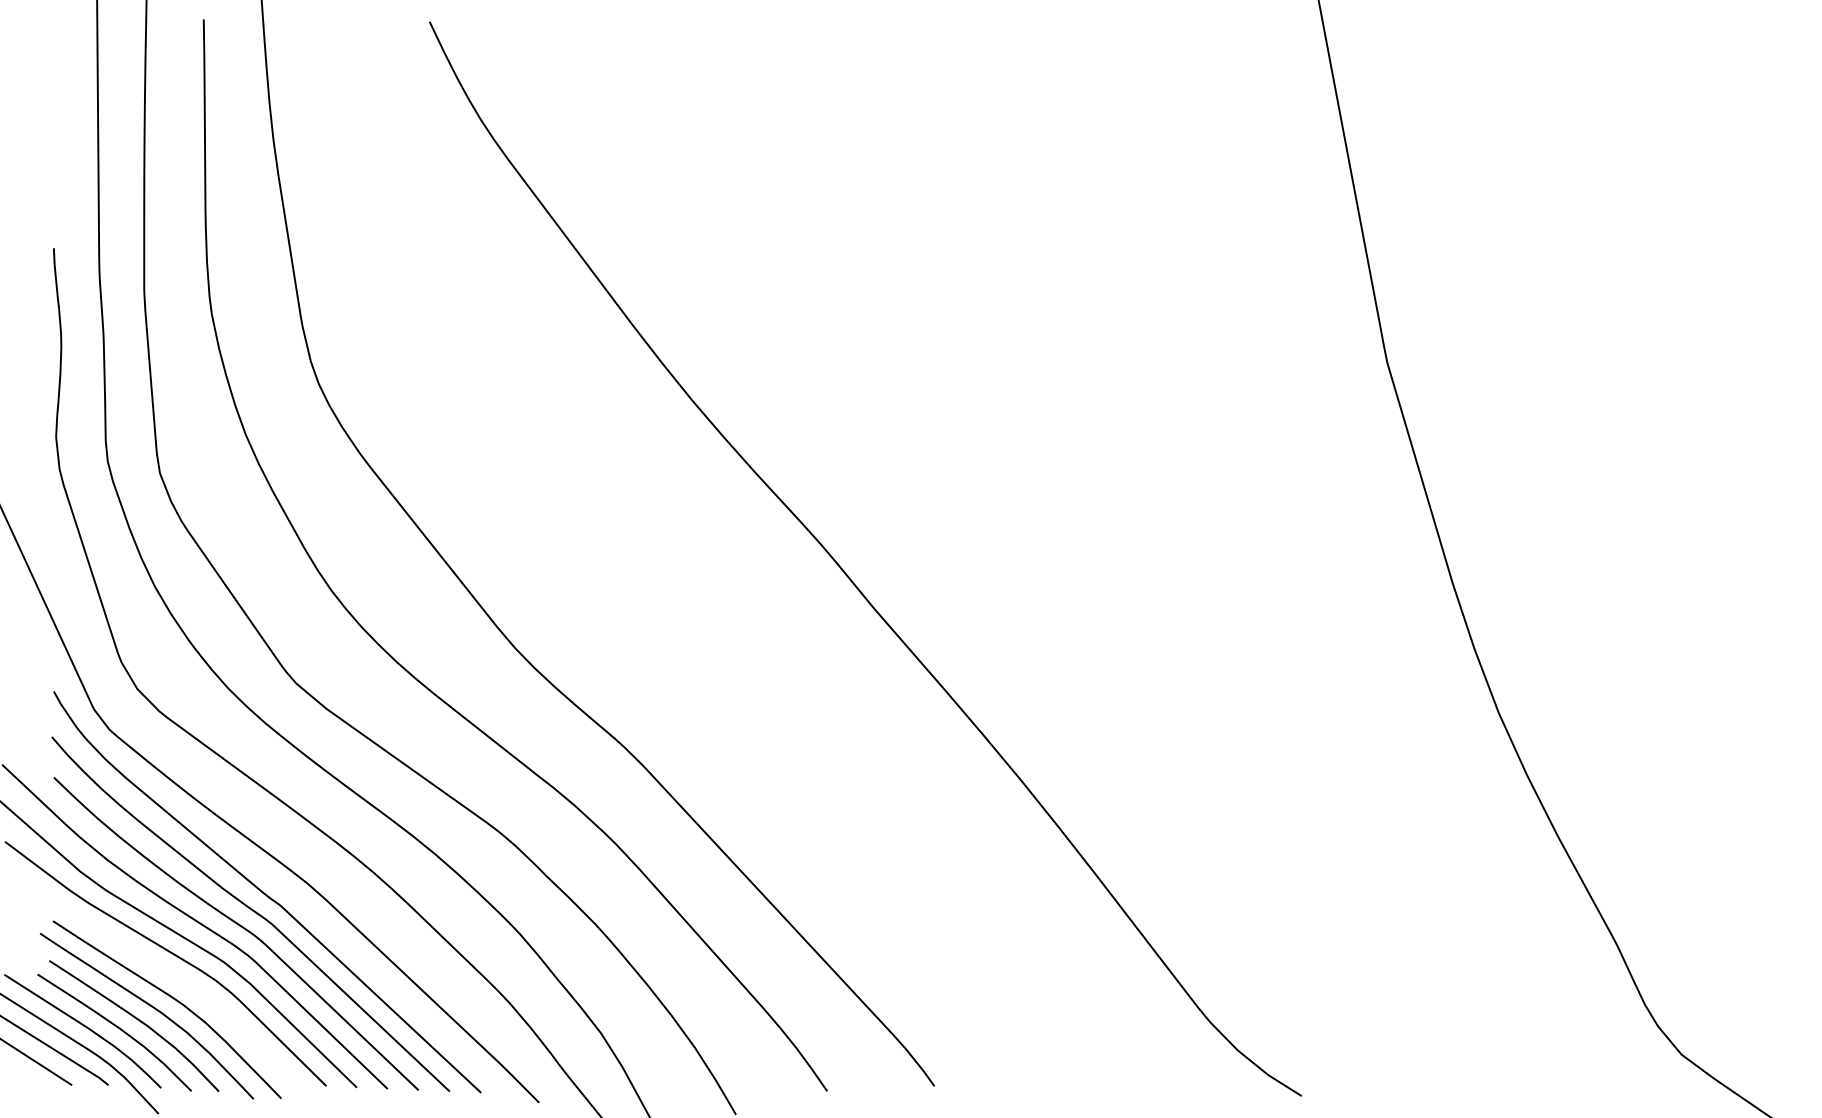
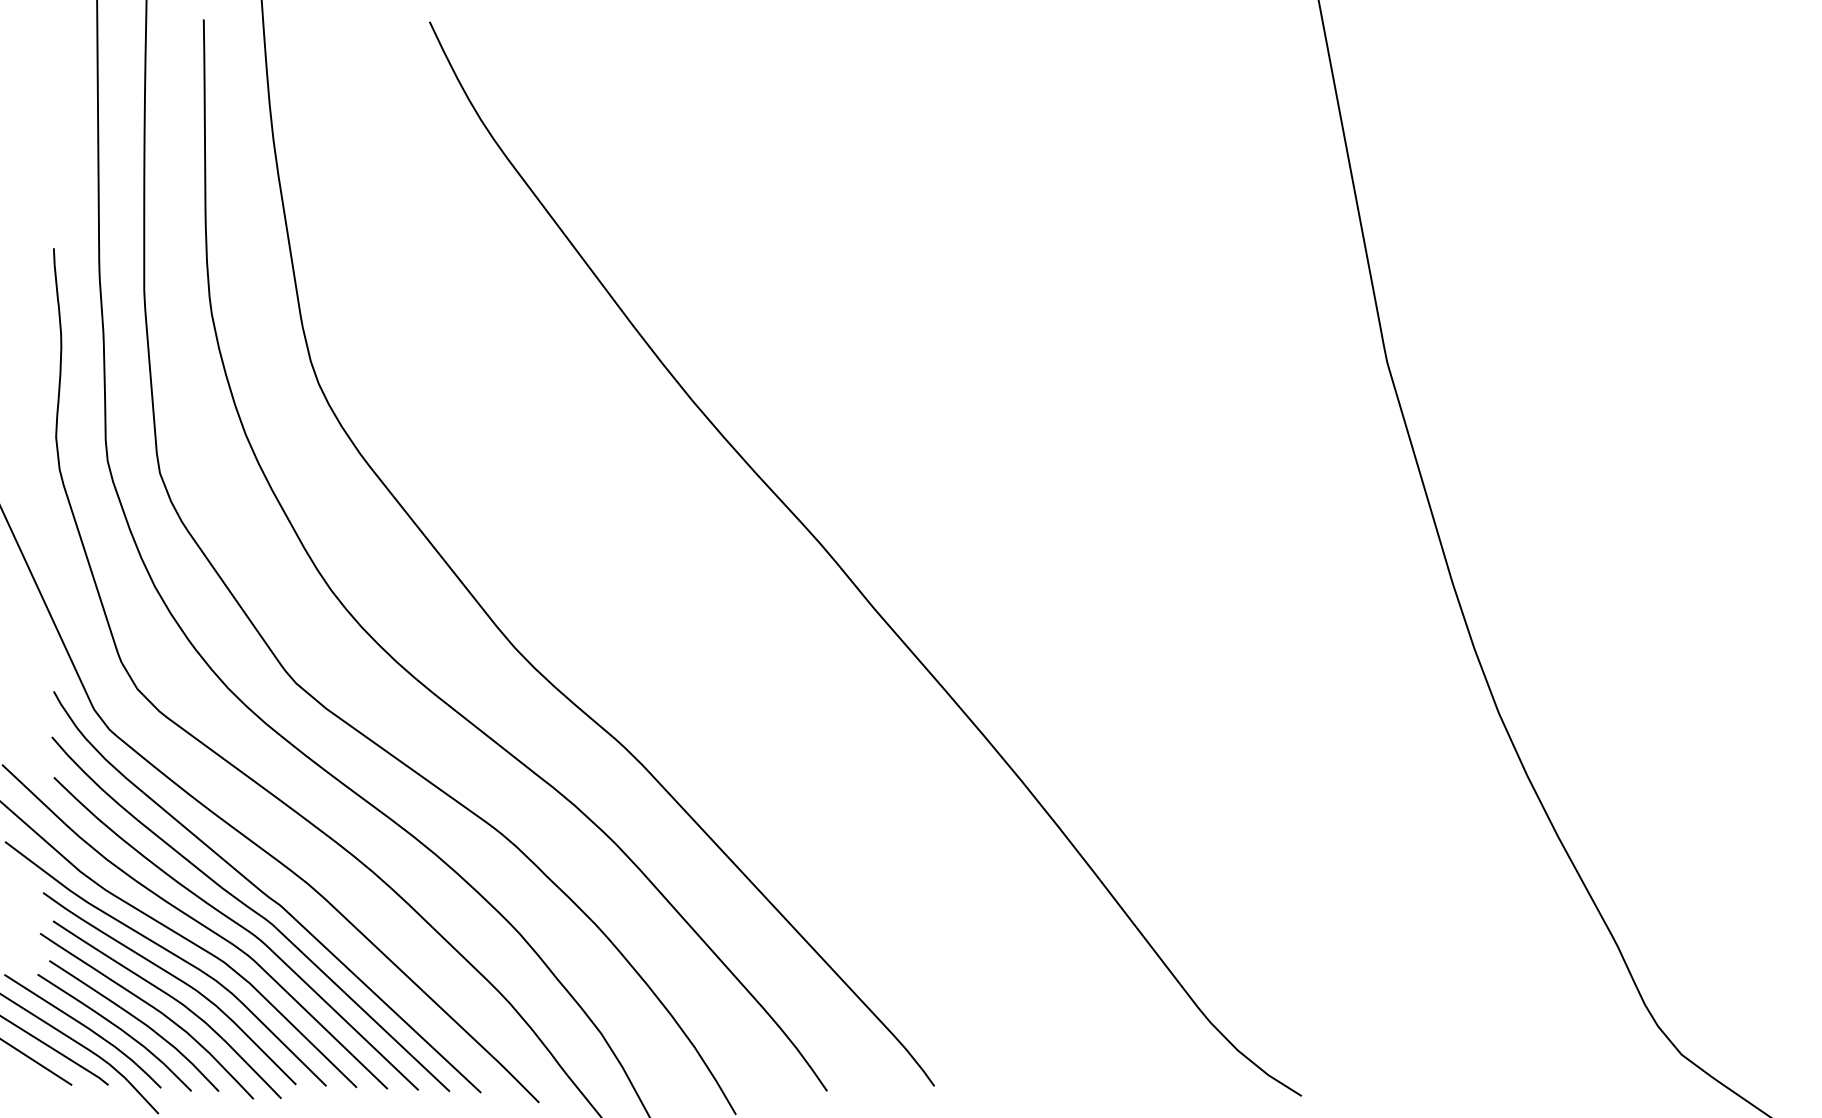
curve at (175, 978): none -> present
